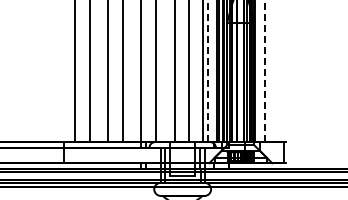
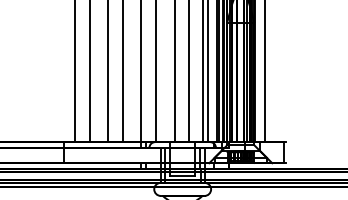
line at (208, 71): dashed -> solid
line at (265, 71): dashed -> solid
